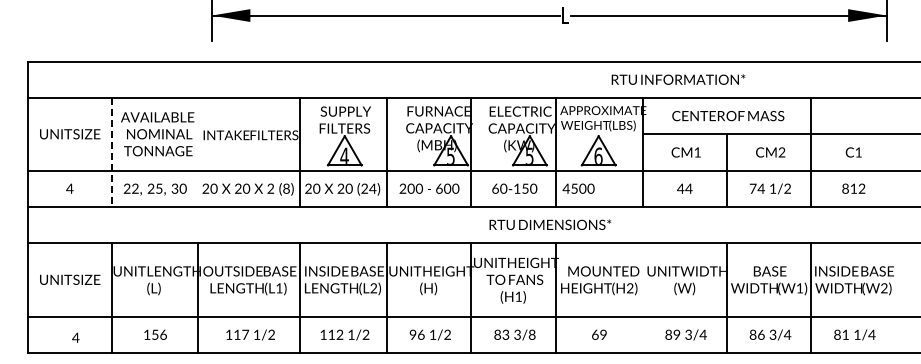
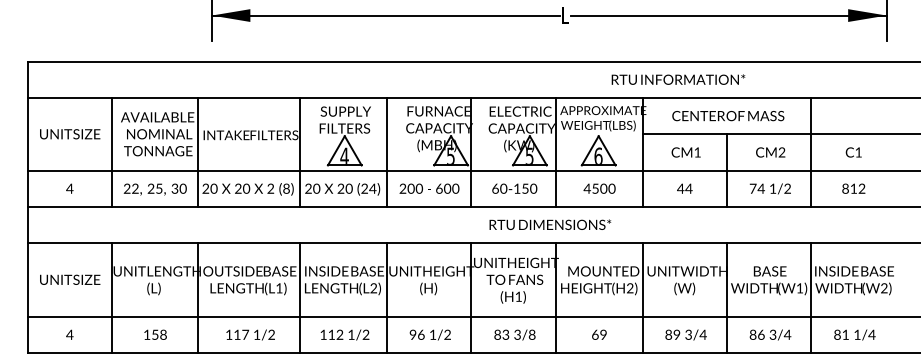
line at (197, 151): none -> present
line at (112, 152): dashed -> solid
text at (578, 188) position: (578, 188) -> (599, 188)
line at (642, 297): none -> present
text at (163, 334): 156 -> 158
text at (75, 337) position: (75, 337) -> (69, 334)
